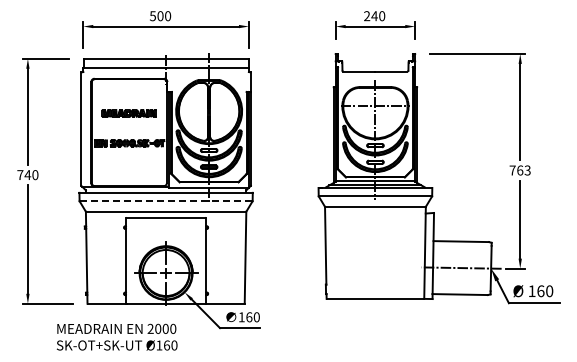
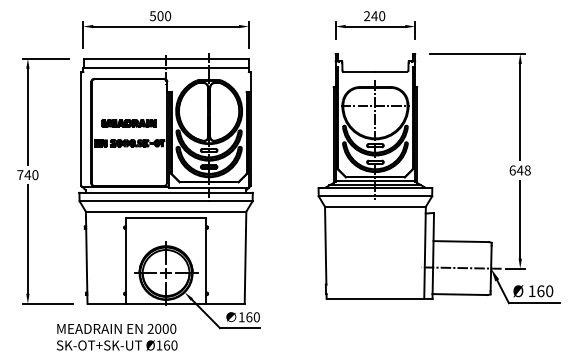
part at (128, 113) position: (128, 113) -> (128, 123)
text at (519, 170): 763 -> 648
line at (166, 201): dashed -> solid
